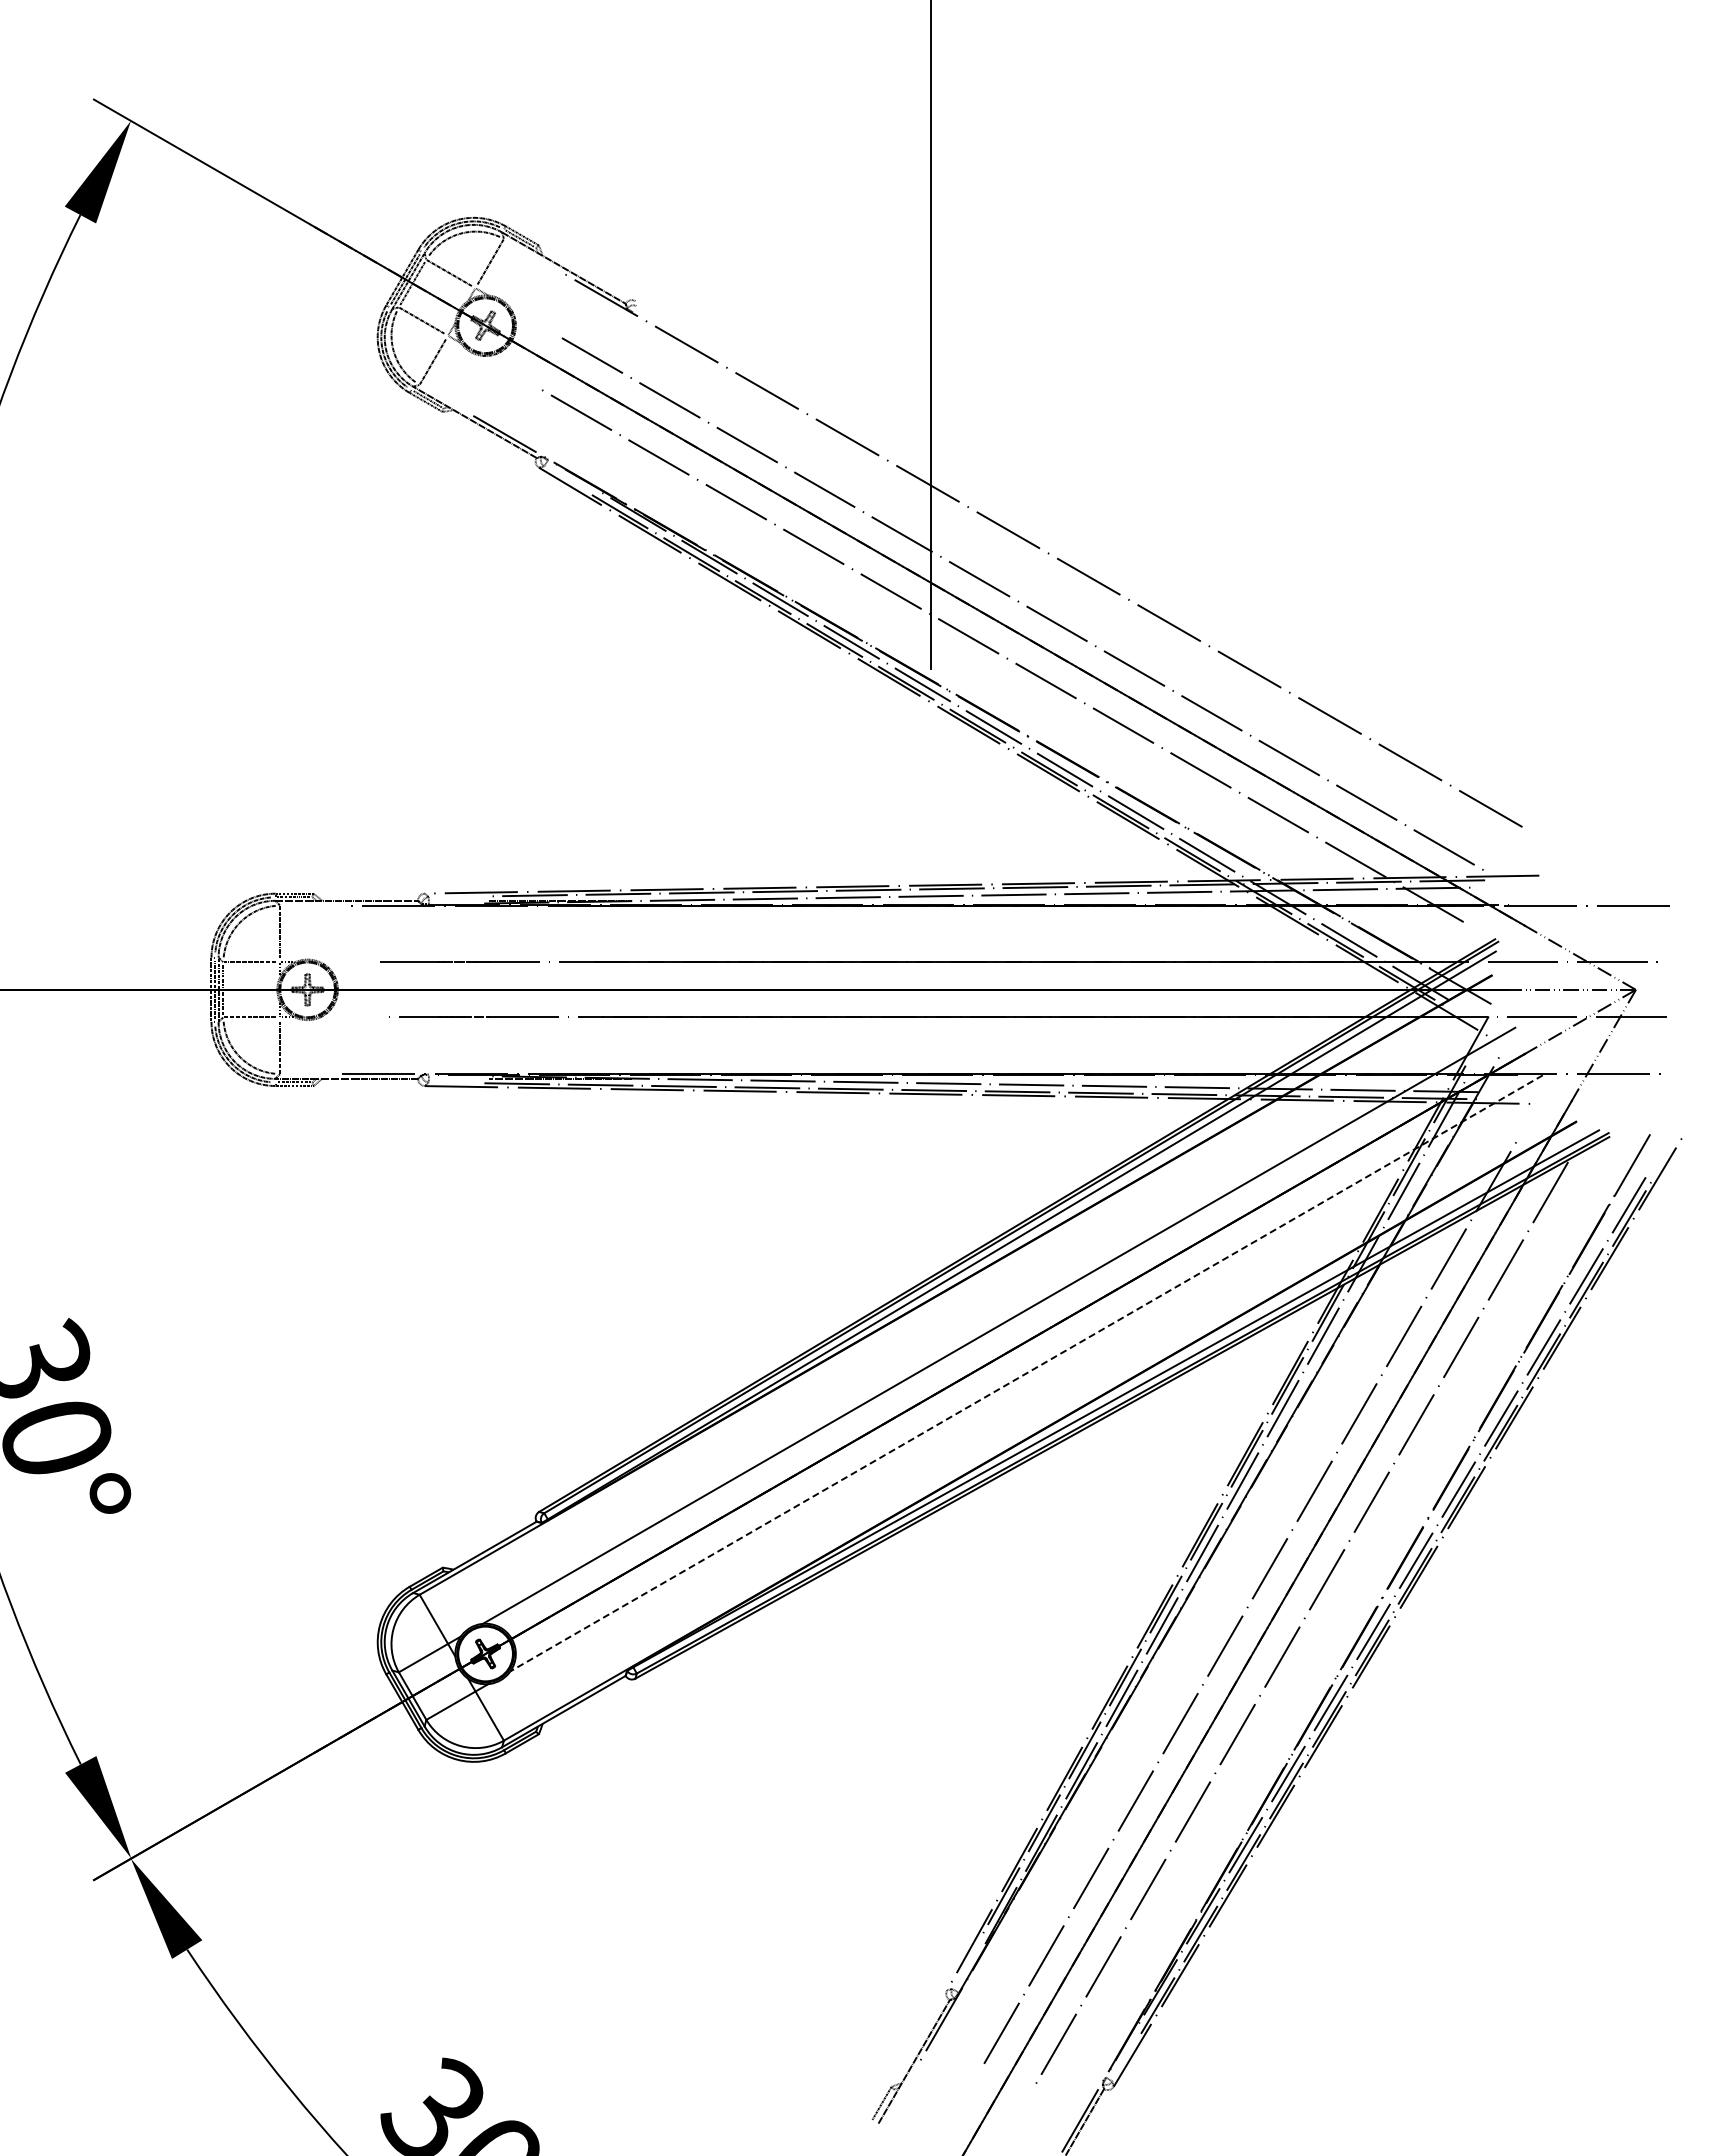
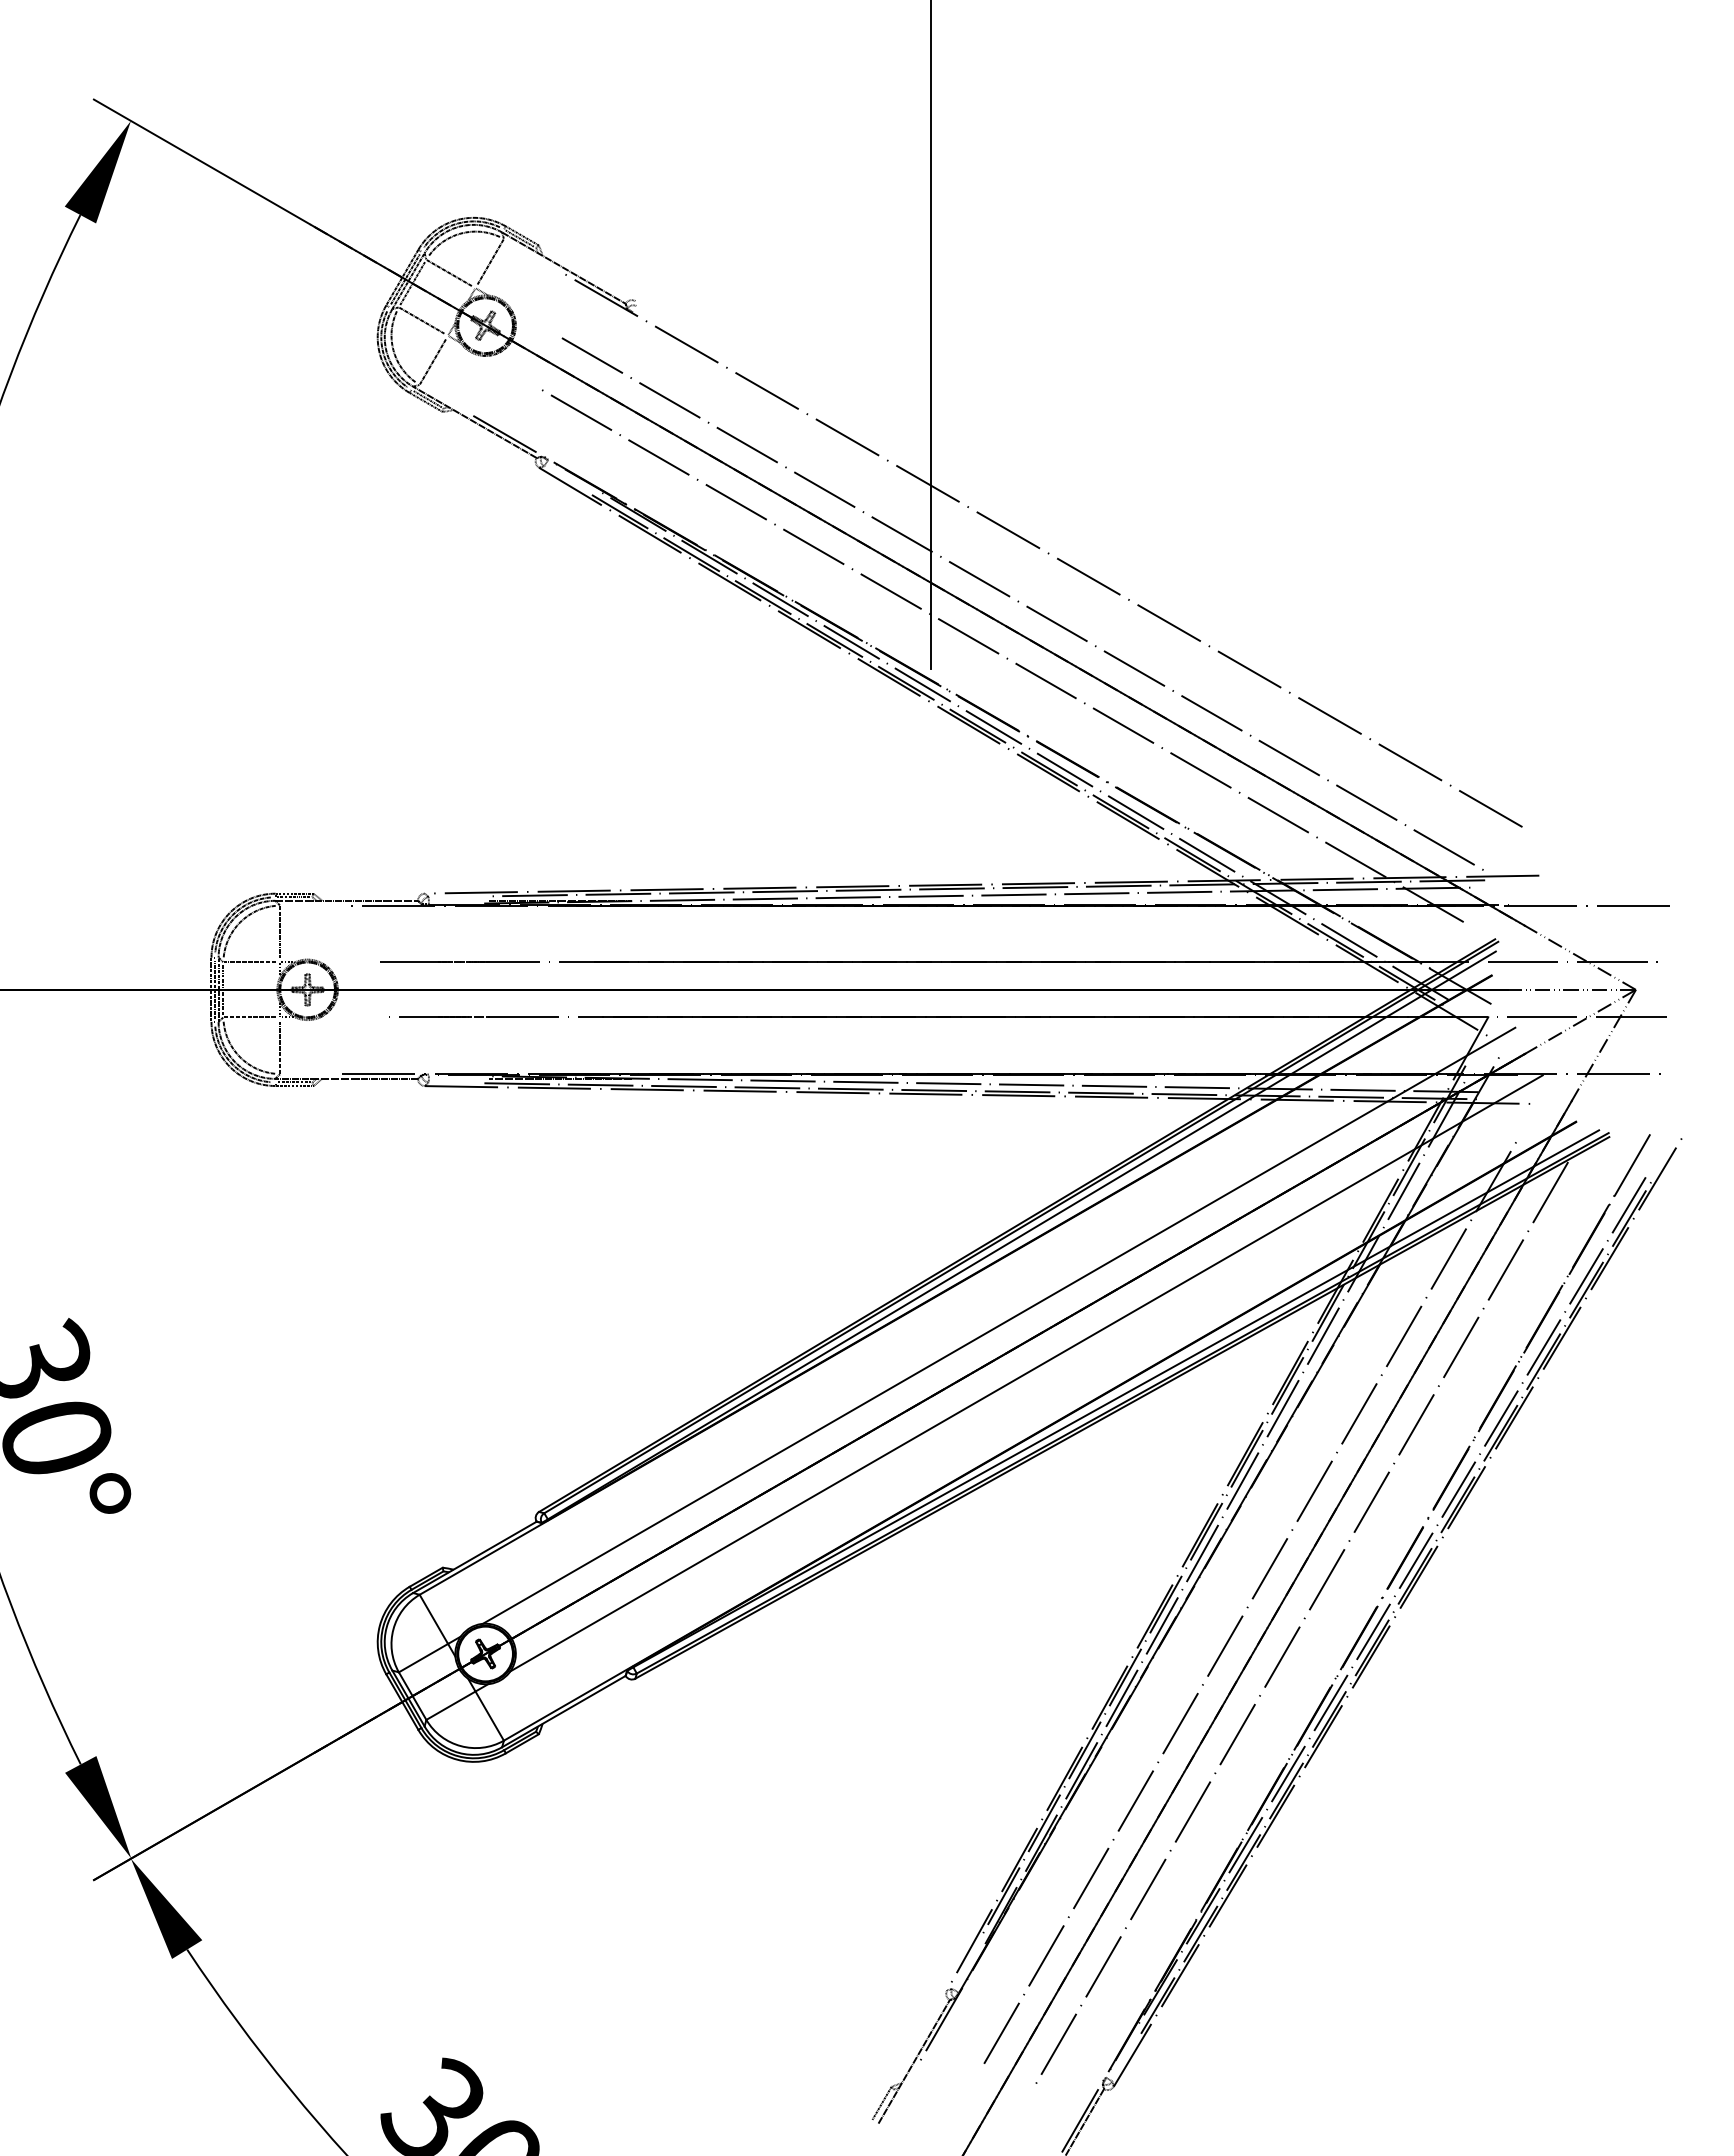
line at (1026, 1373): dashed -> solid
